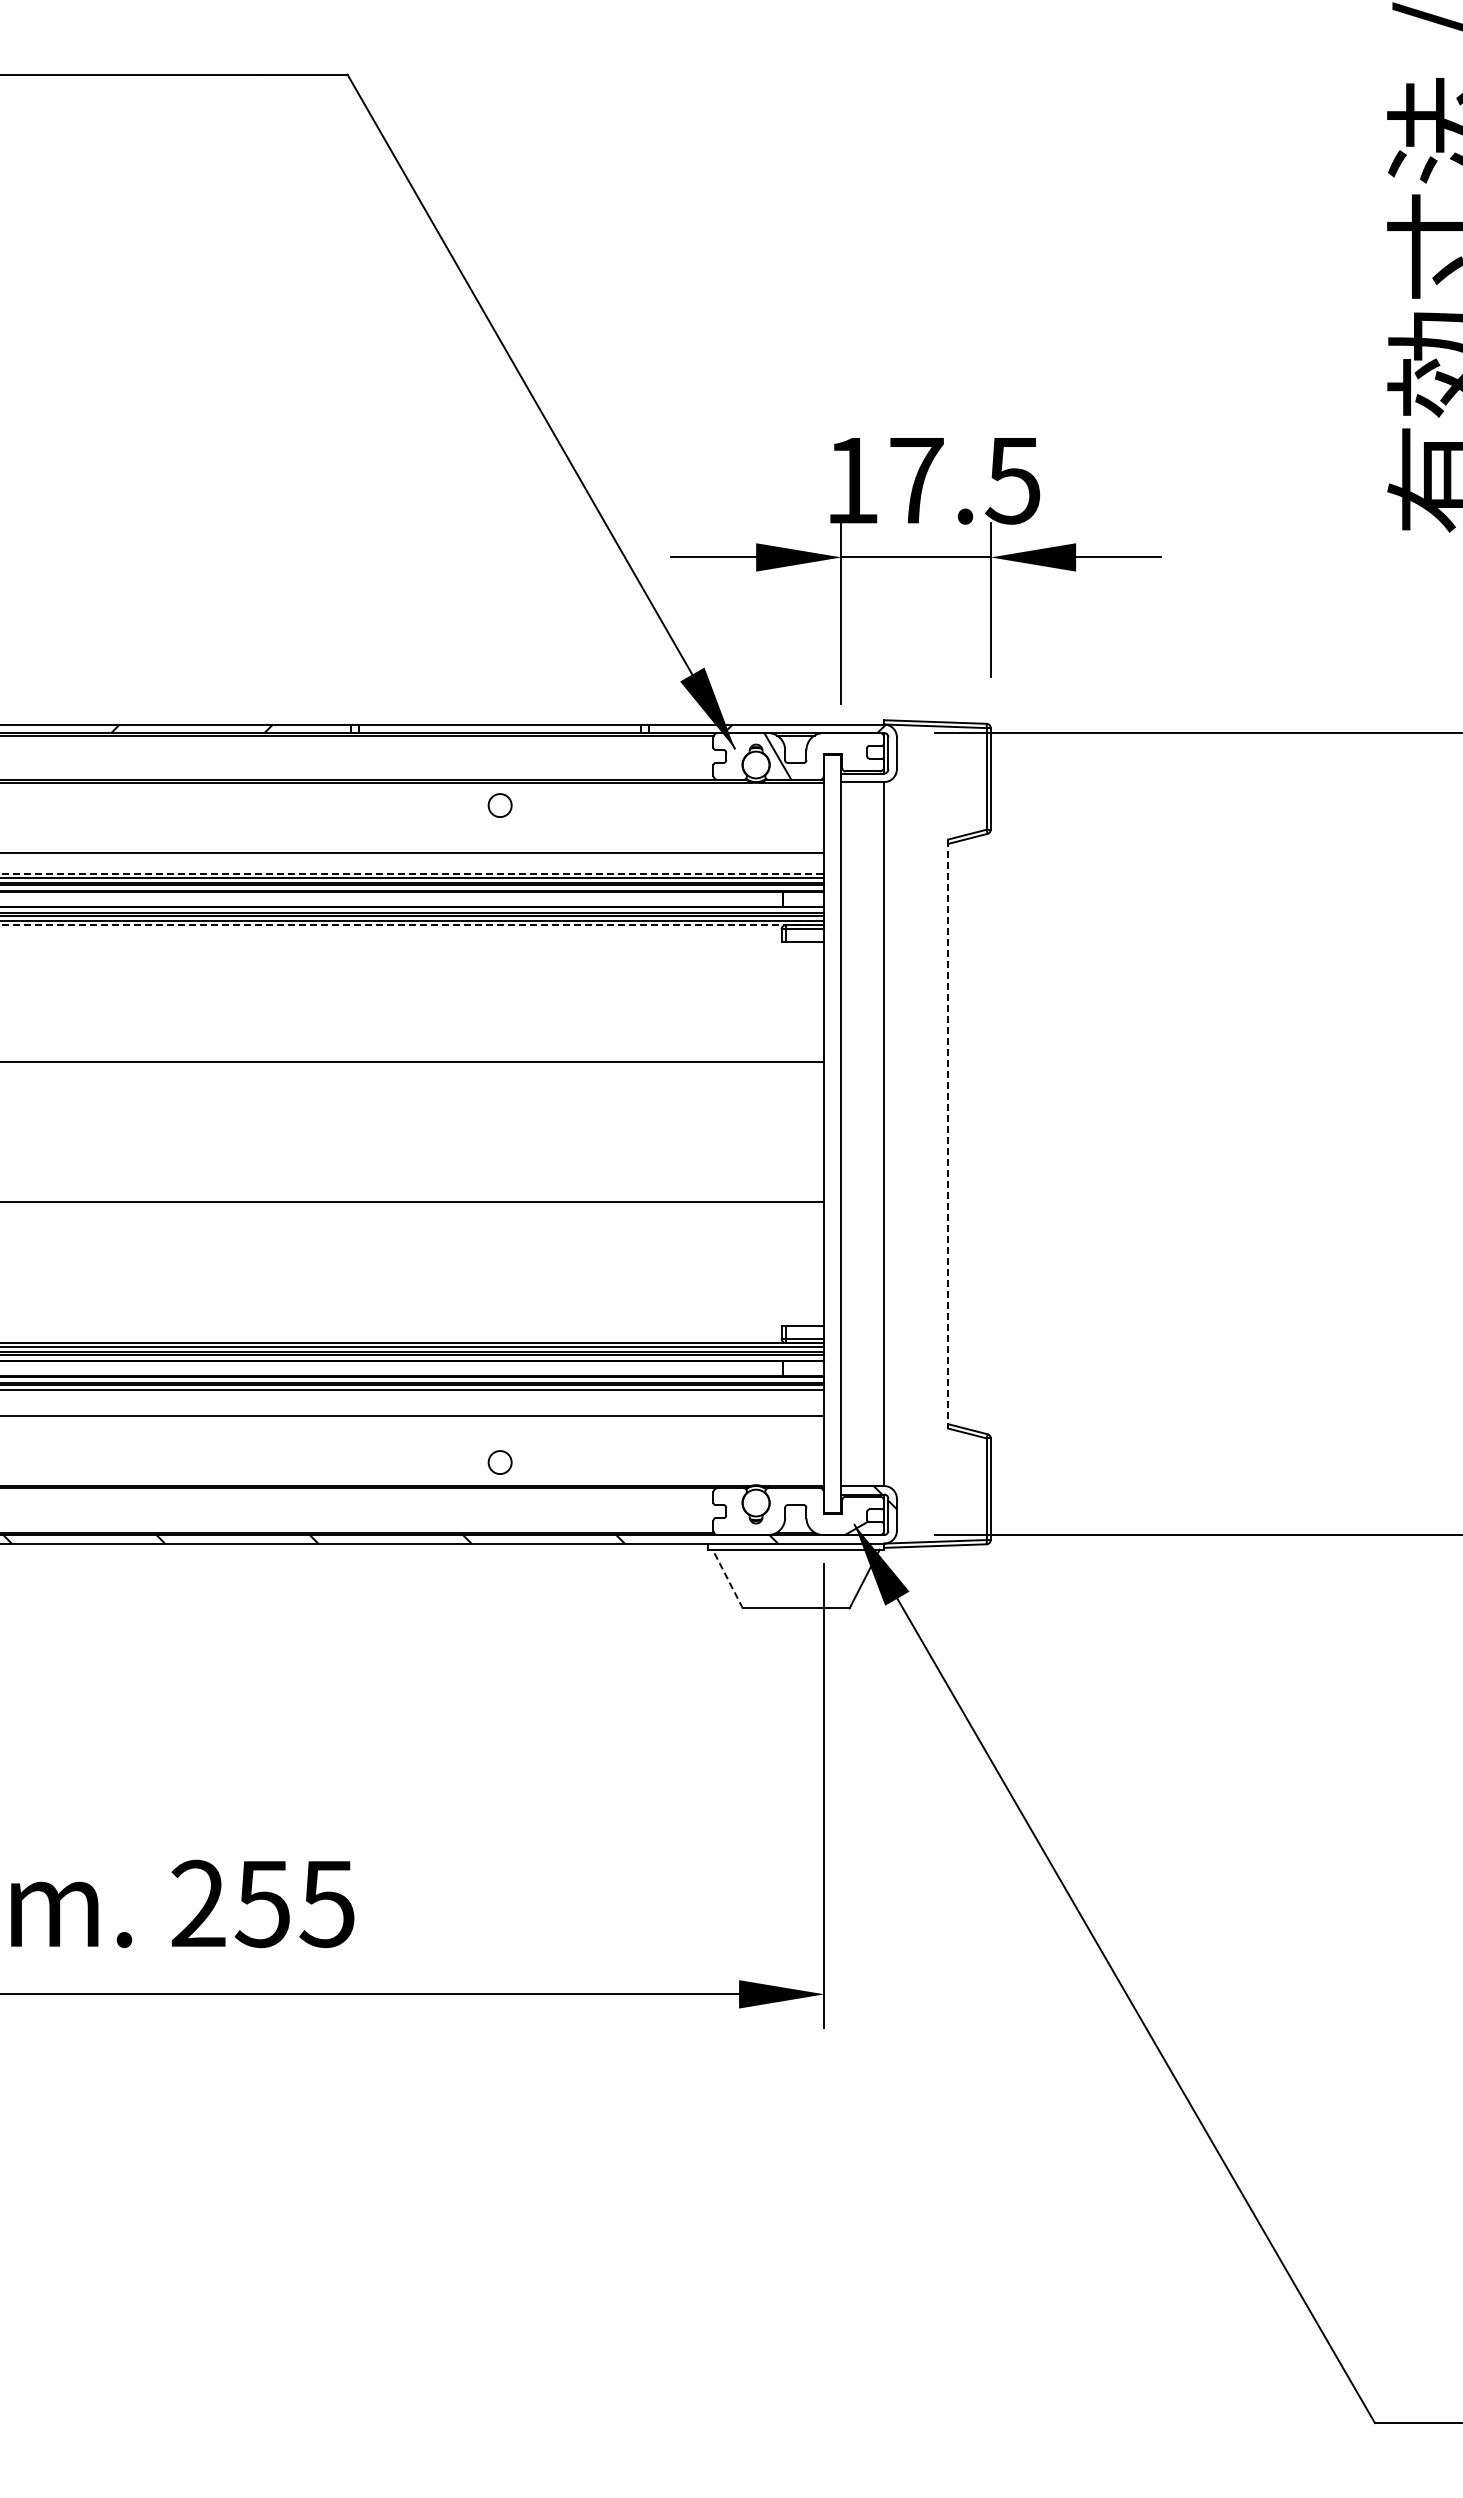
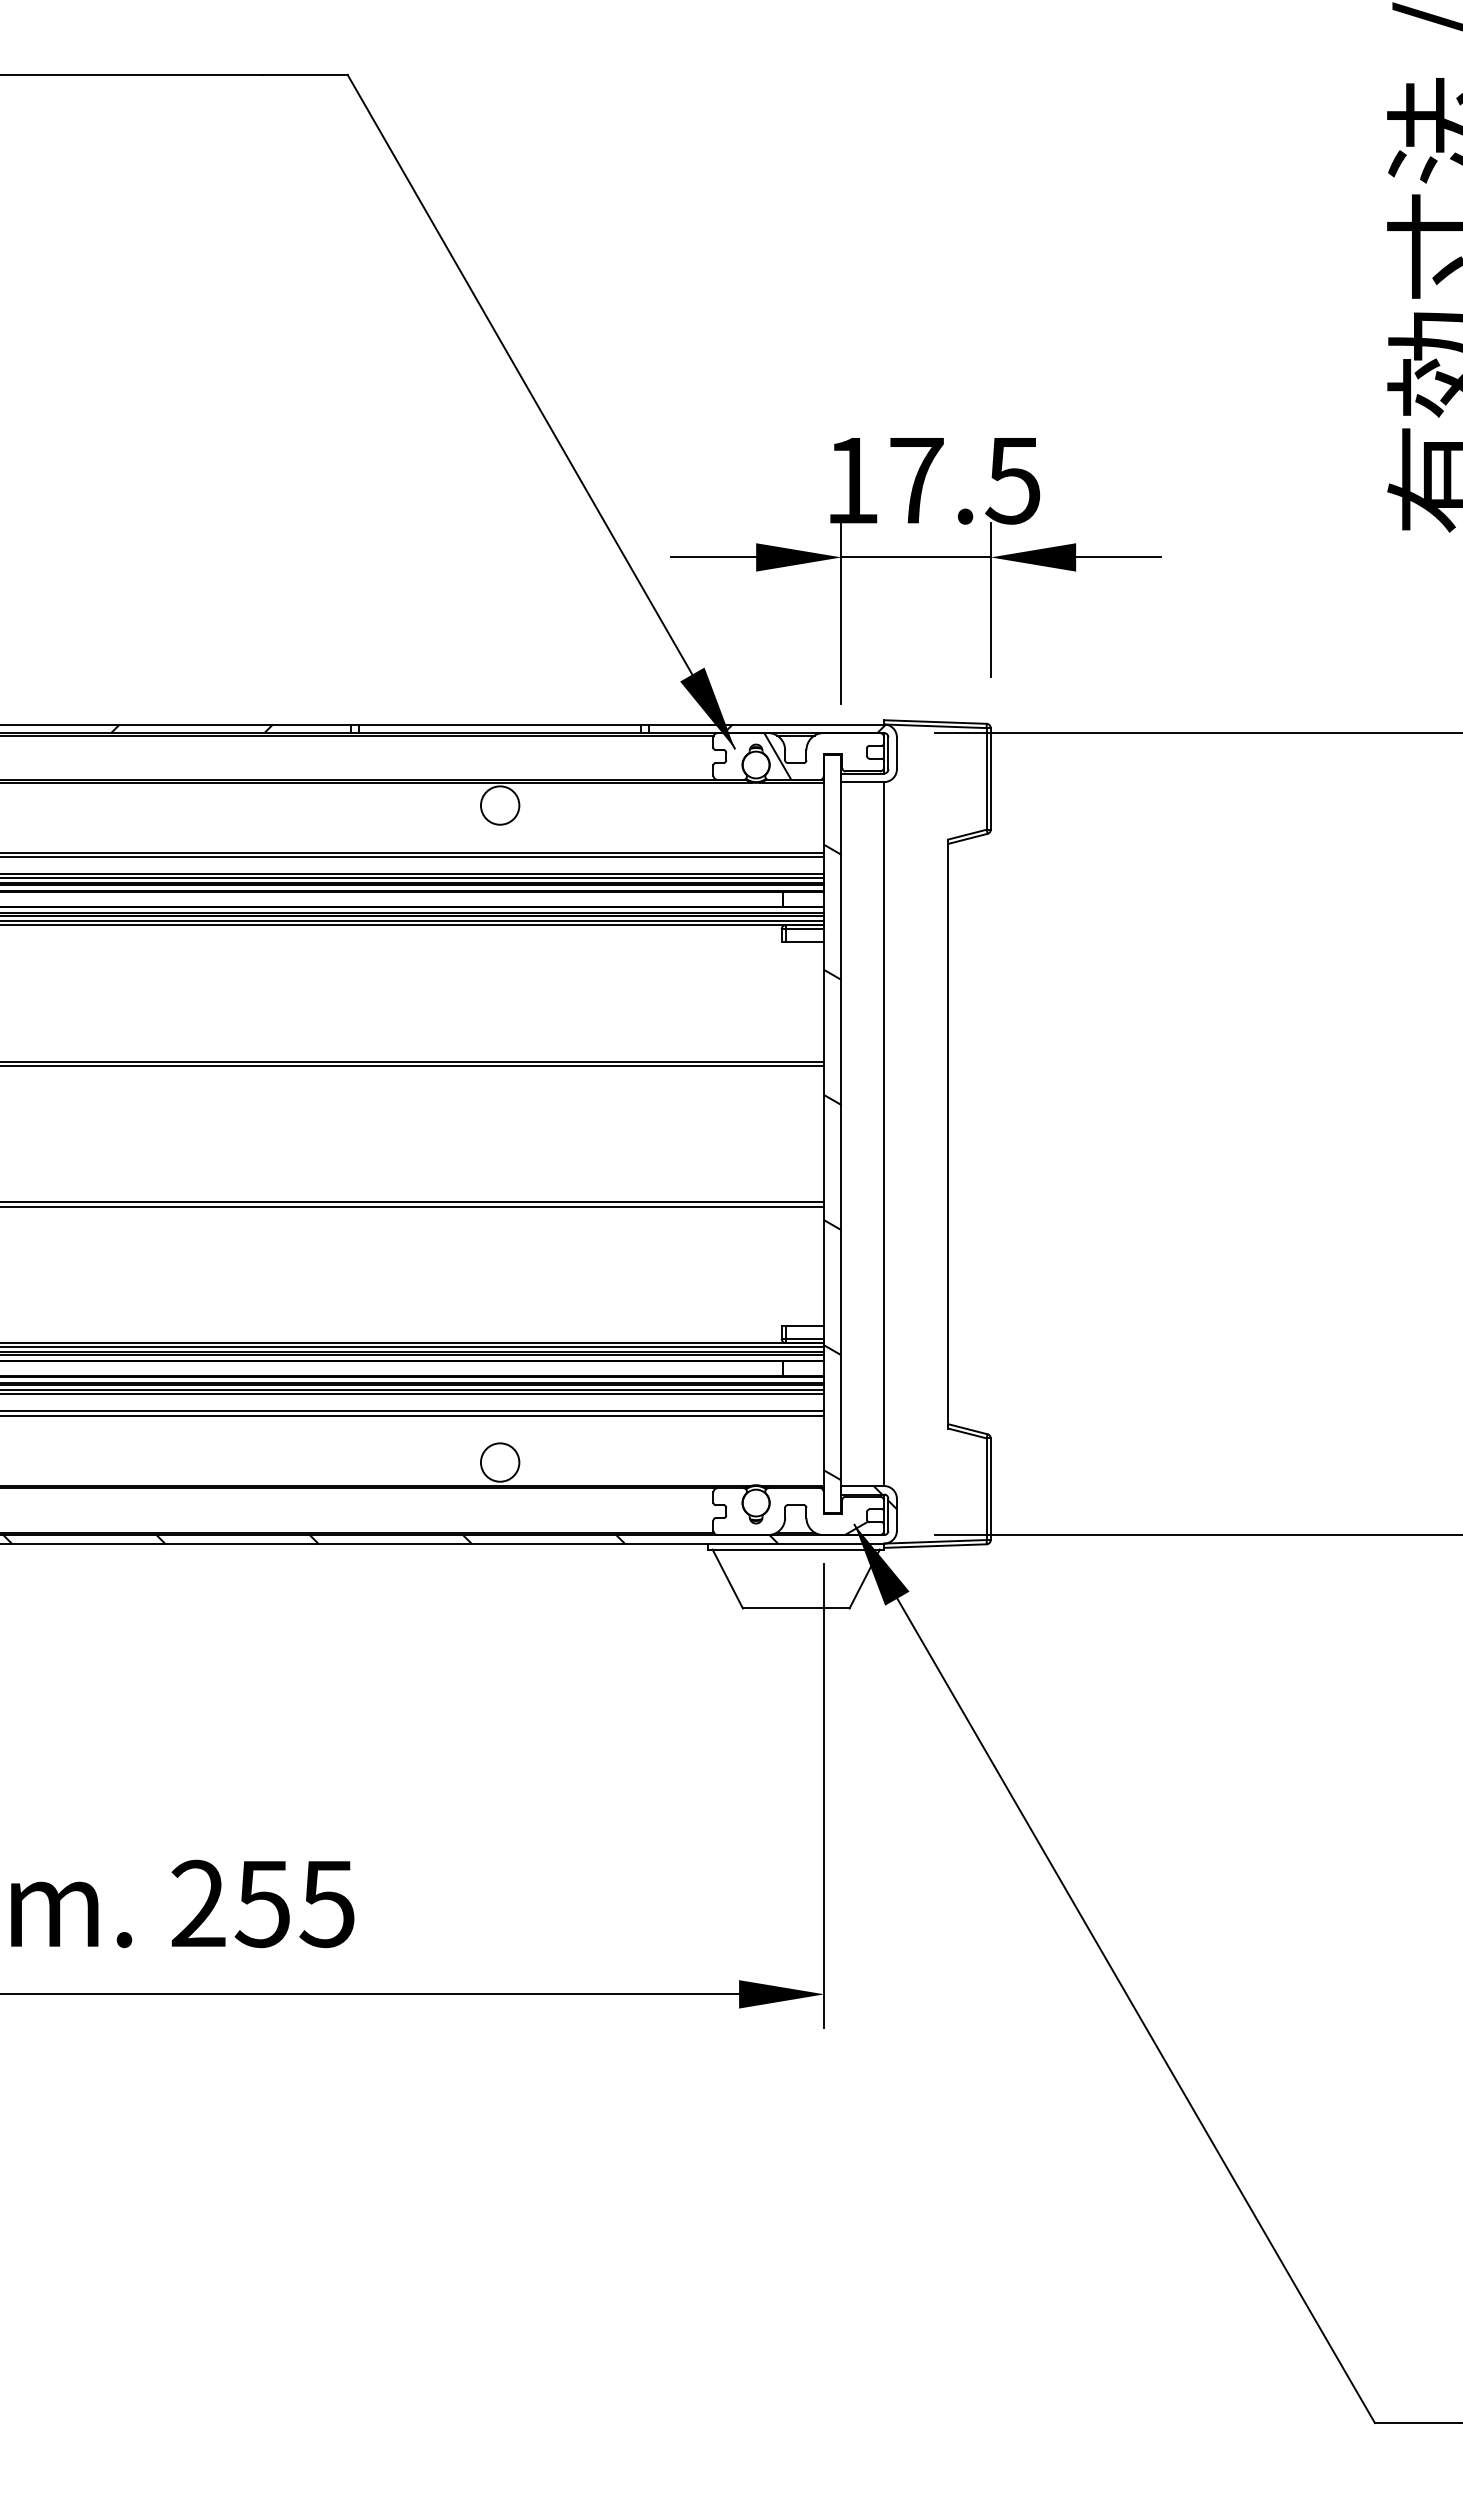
circle at (499, 805) diameter: 23 px -> 38 px
line at (413, 856): none -> present
line at (412, 873): dashed -> solid
line at (412, 925): dashed -> solid
line at (413, 1065): none -> present
line at (948, 1134): dashed -> solid
hatch at (832, 1162): none -> present
line at (413, 1206): none -> present
line at (413, 1394): none -> present
line at (413, 1411): none -> present
circle at (499, 1462) diameter: 23 px -> 38 px
line at (727, 1578): dashed -> solid
